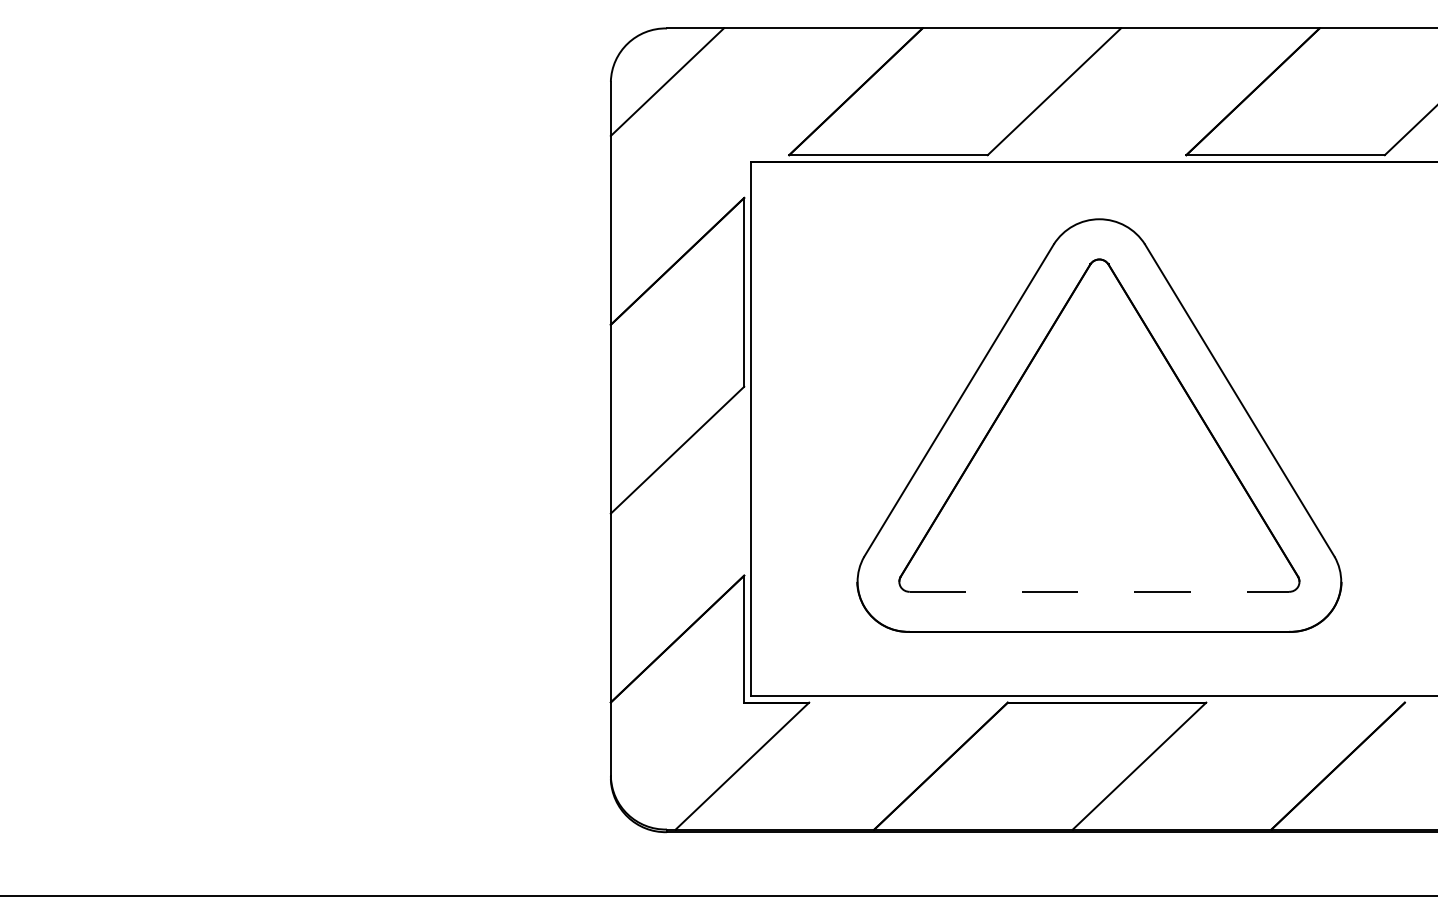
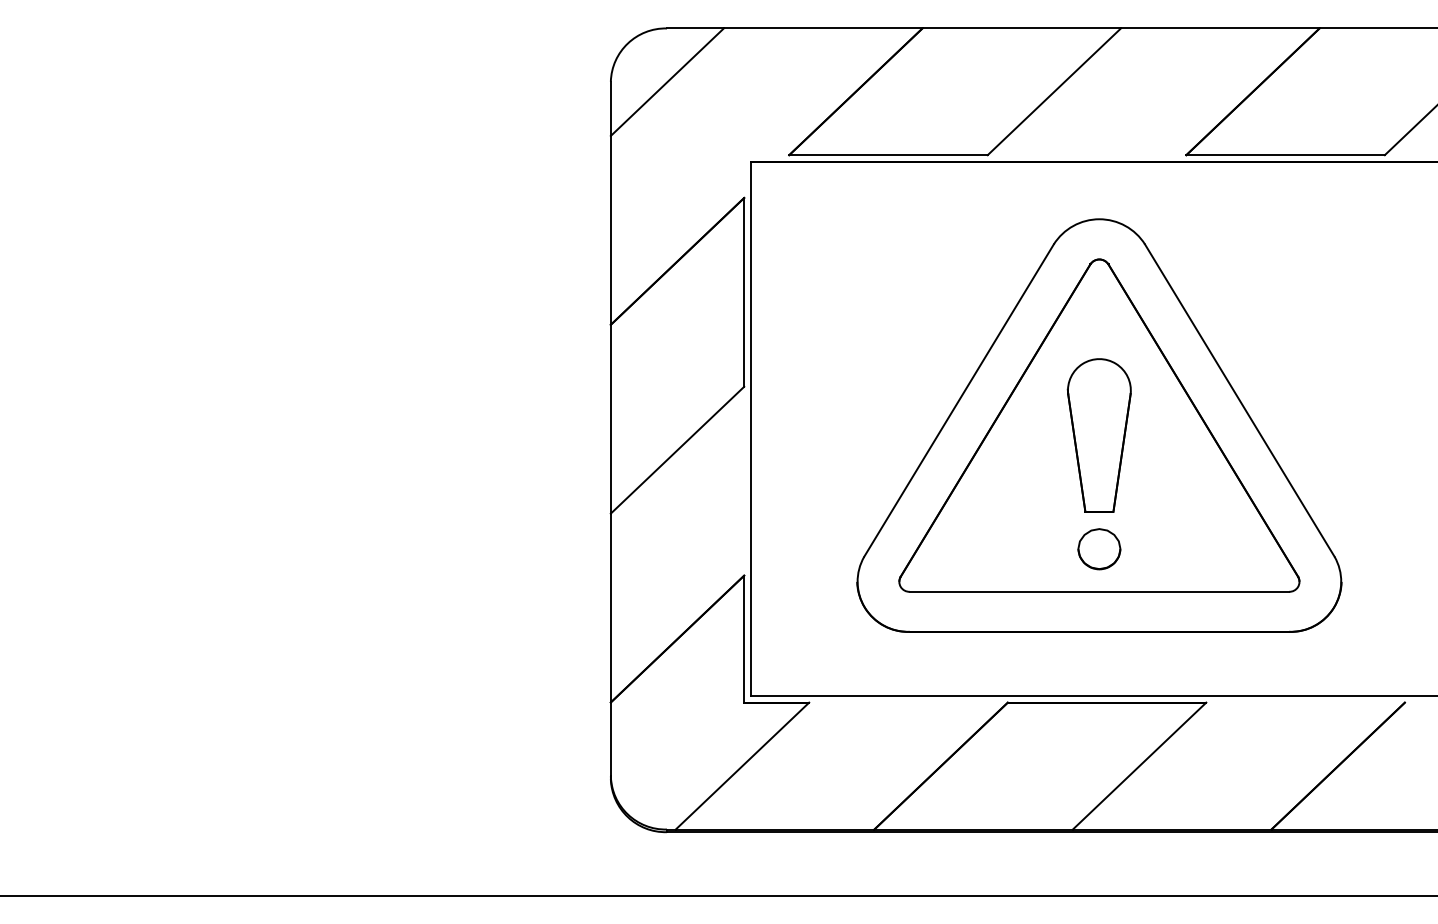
part at (1098, 435): none -> present
part at (1099, 549): none -> present
line at (1099, 591): dashed -> solid
